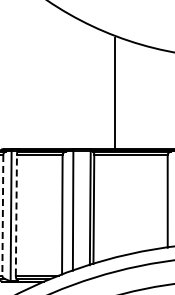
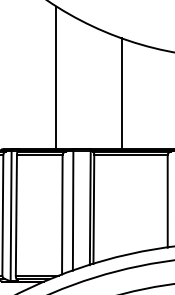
line at (56, 77): none -> present
line at (114, 94) position: (114, 94) -> (121, 94)
line at (16, 214): dashed -> solid
line at (2, 215): dashed -> solid
